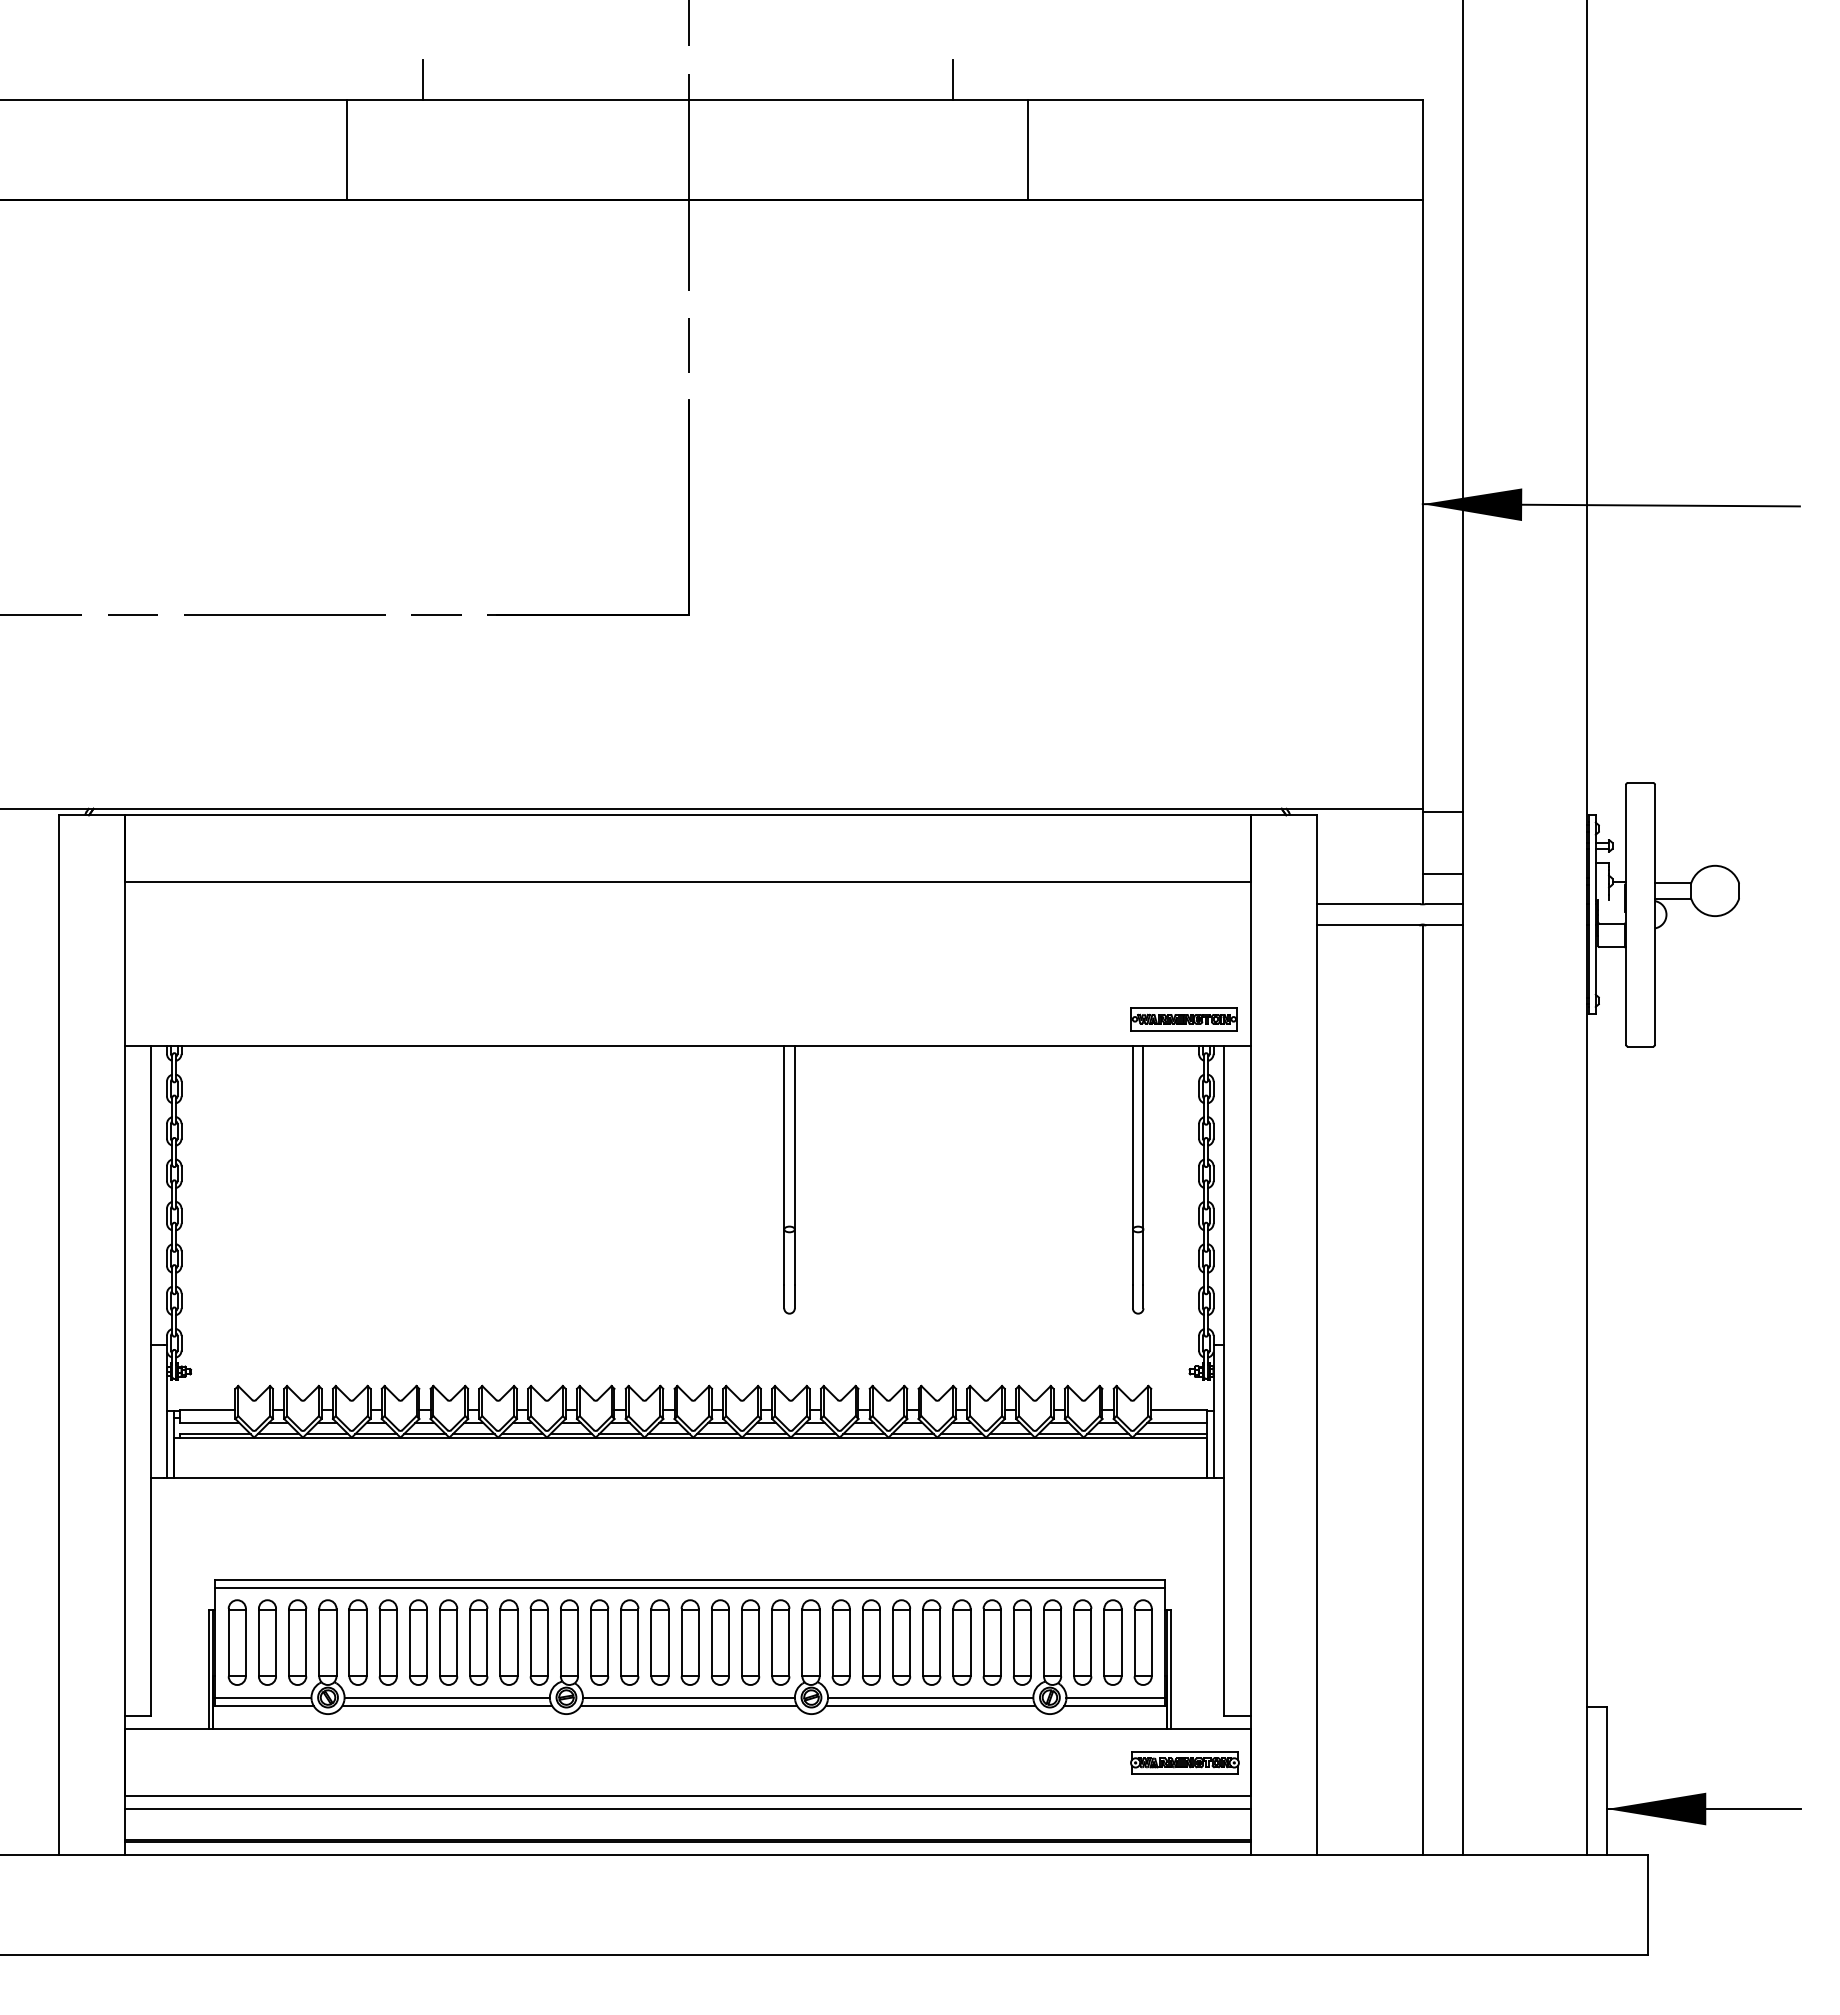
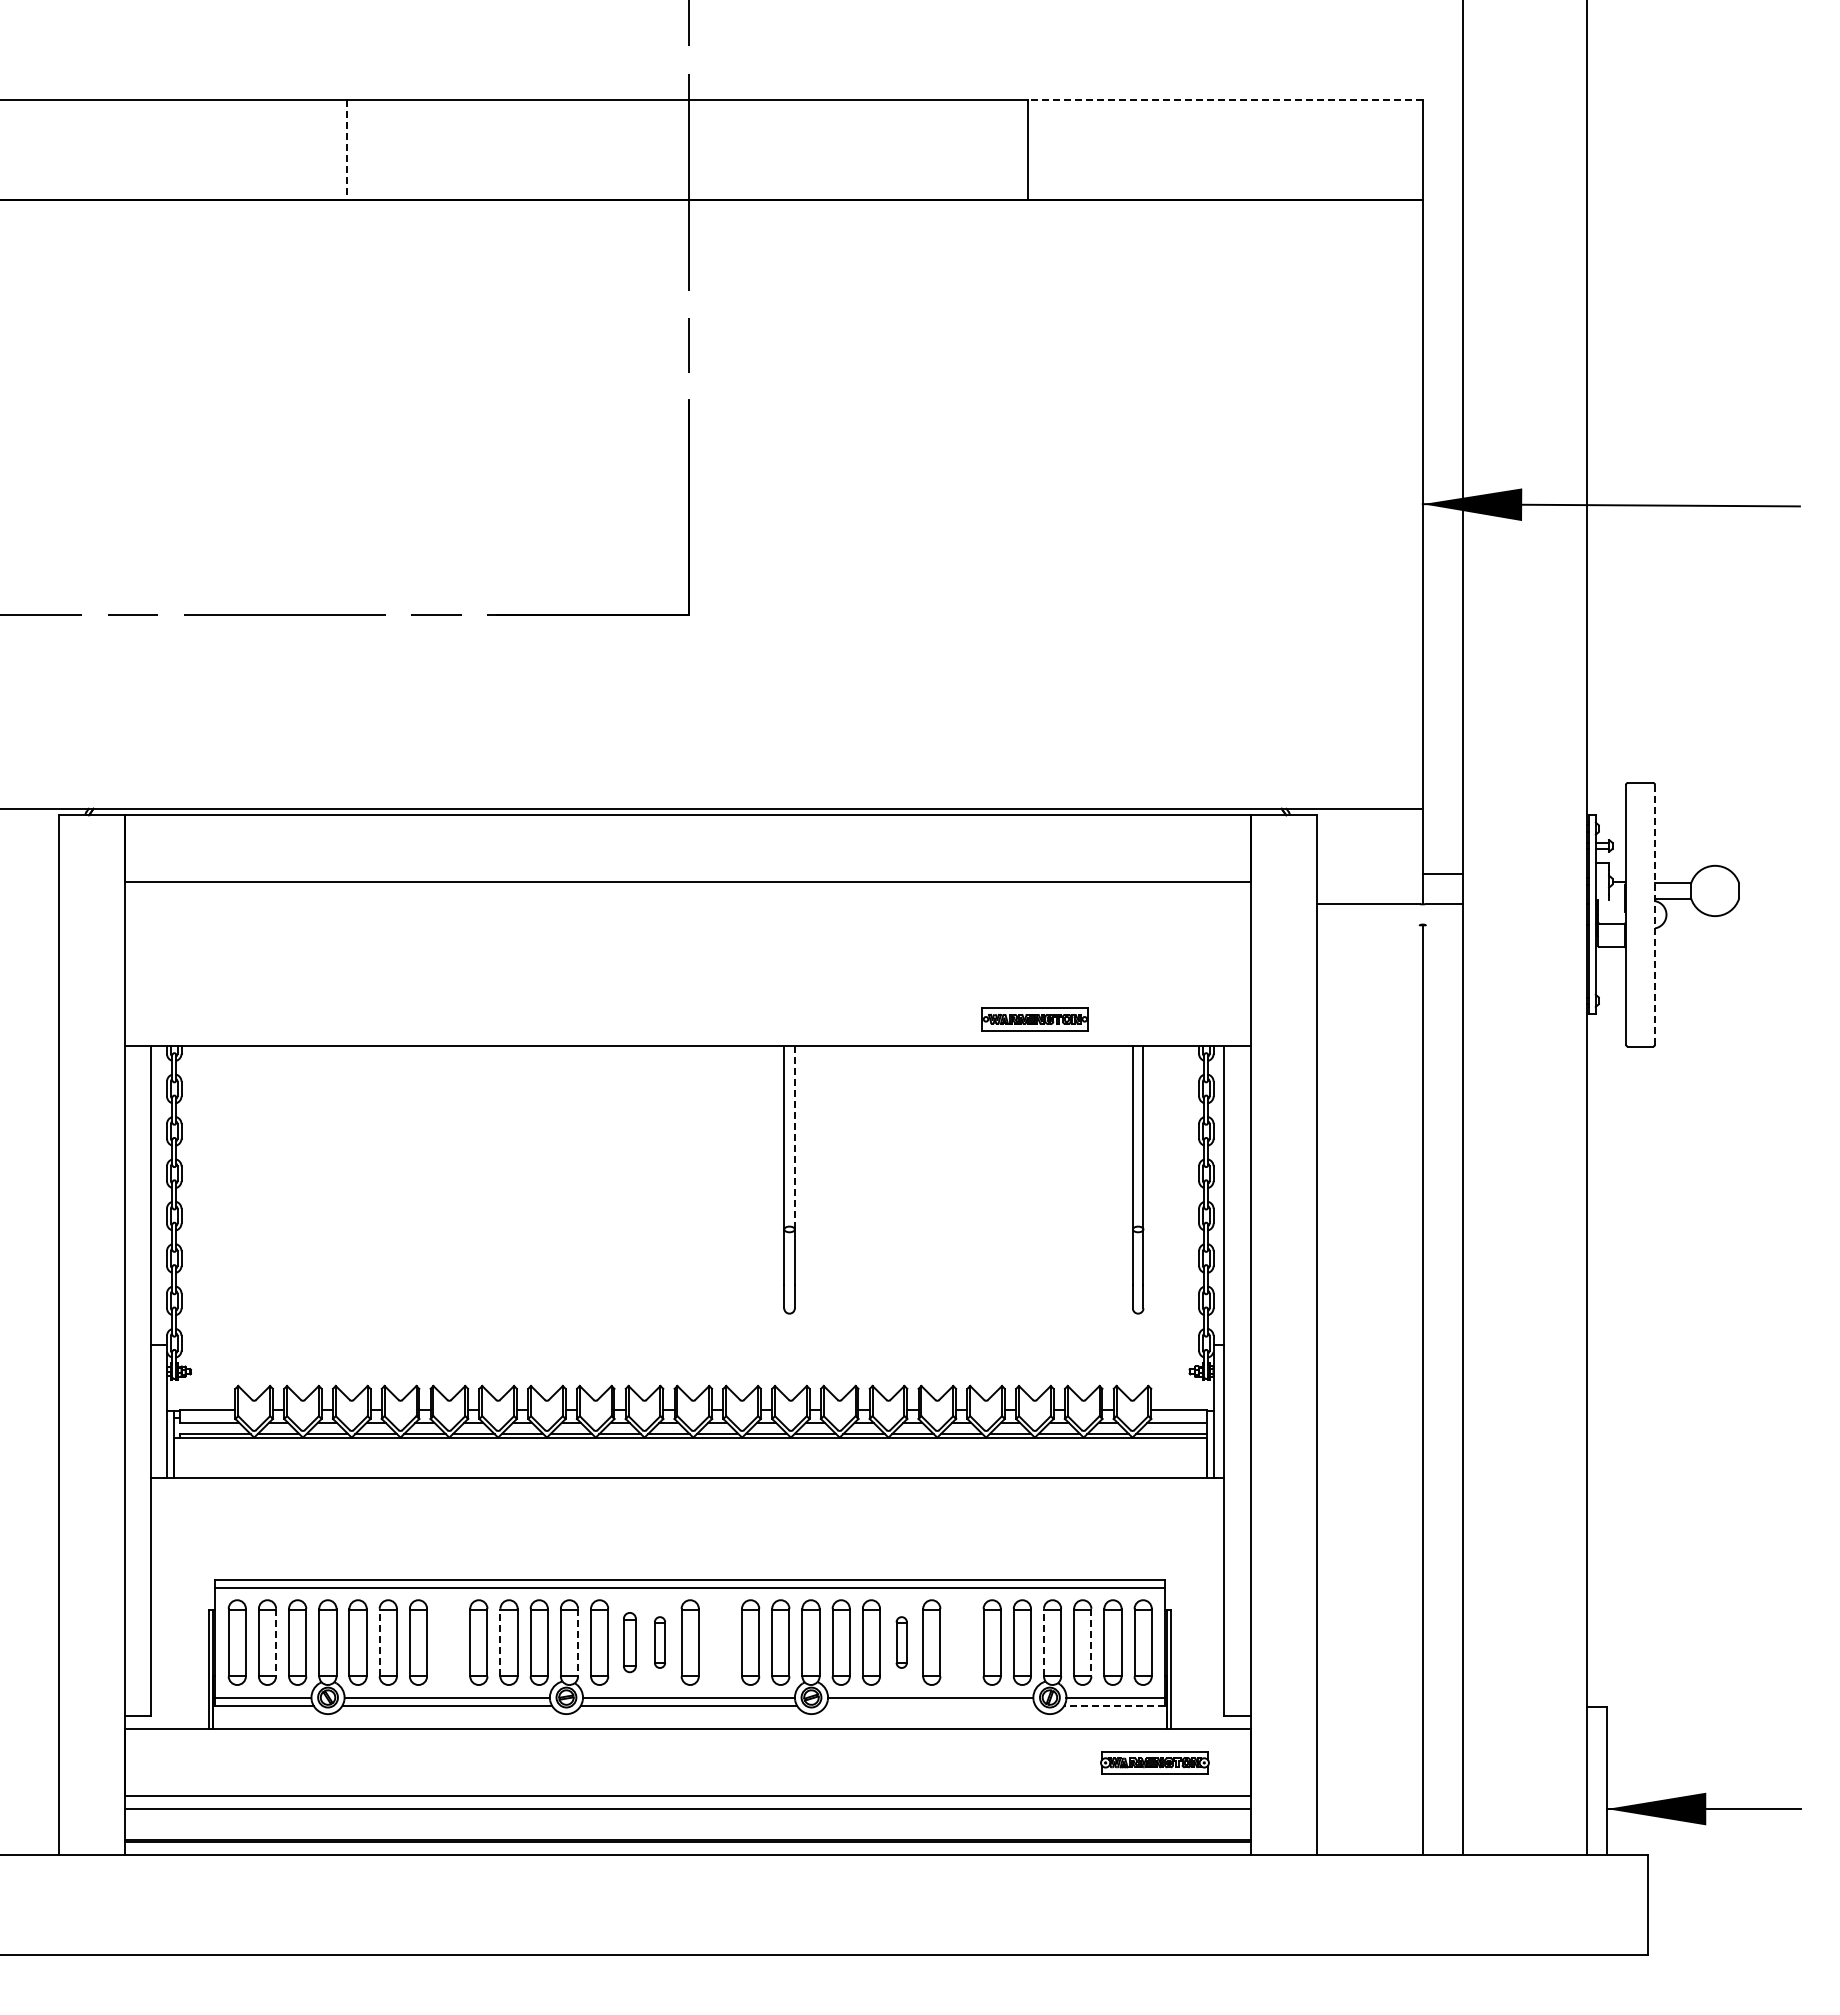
line at (422, 80): present -> none
line at (952, 80): present -> none
line at (1224, 100): solid -> dashed
line at (347, 149): solid -> dashed
line at (1442, 812): present -> none
line at (1655, 914): solid -> dashed
line at (1368, 925): present -> none
line at (1443, 925): present -> none
part at (1183, 1019) position: (1183, 1019) -> (1034, 1019)
line at (794, 1137): solid -> dashed
line at (276, 1642): solid -> dashed
line at (379, 1642): solid -> dashed
part at (448, 1642): present -> none
line at (500, 1642): solid -> dashed
line at (578, 1642): solid -> dashed
part at (629, 1642) size: 20x87 px -> 14x62 px
part at (659, 1642) size: 20x87 px -> 12x53 px
part at (720, 1642): present -> none
part at (901, 1642) size: 20x87 px -> 13x53 px
part at (961, 1642): present -> none
line at (1043, 1642): solid -> dashed
line at (1091, 1642): solid -> dashed
line at (930, 1705): present -> none
line at (1114, 1705): solid -> dashed
part at (1184, 1762) position: (1184, 1762) -> (1154, 1762)
